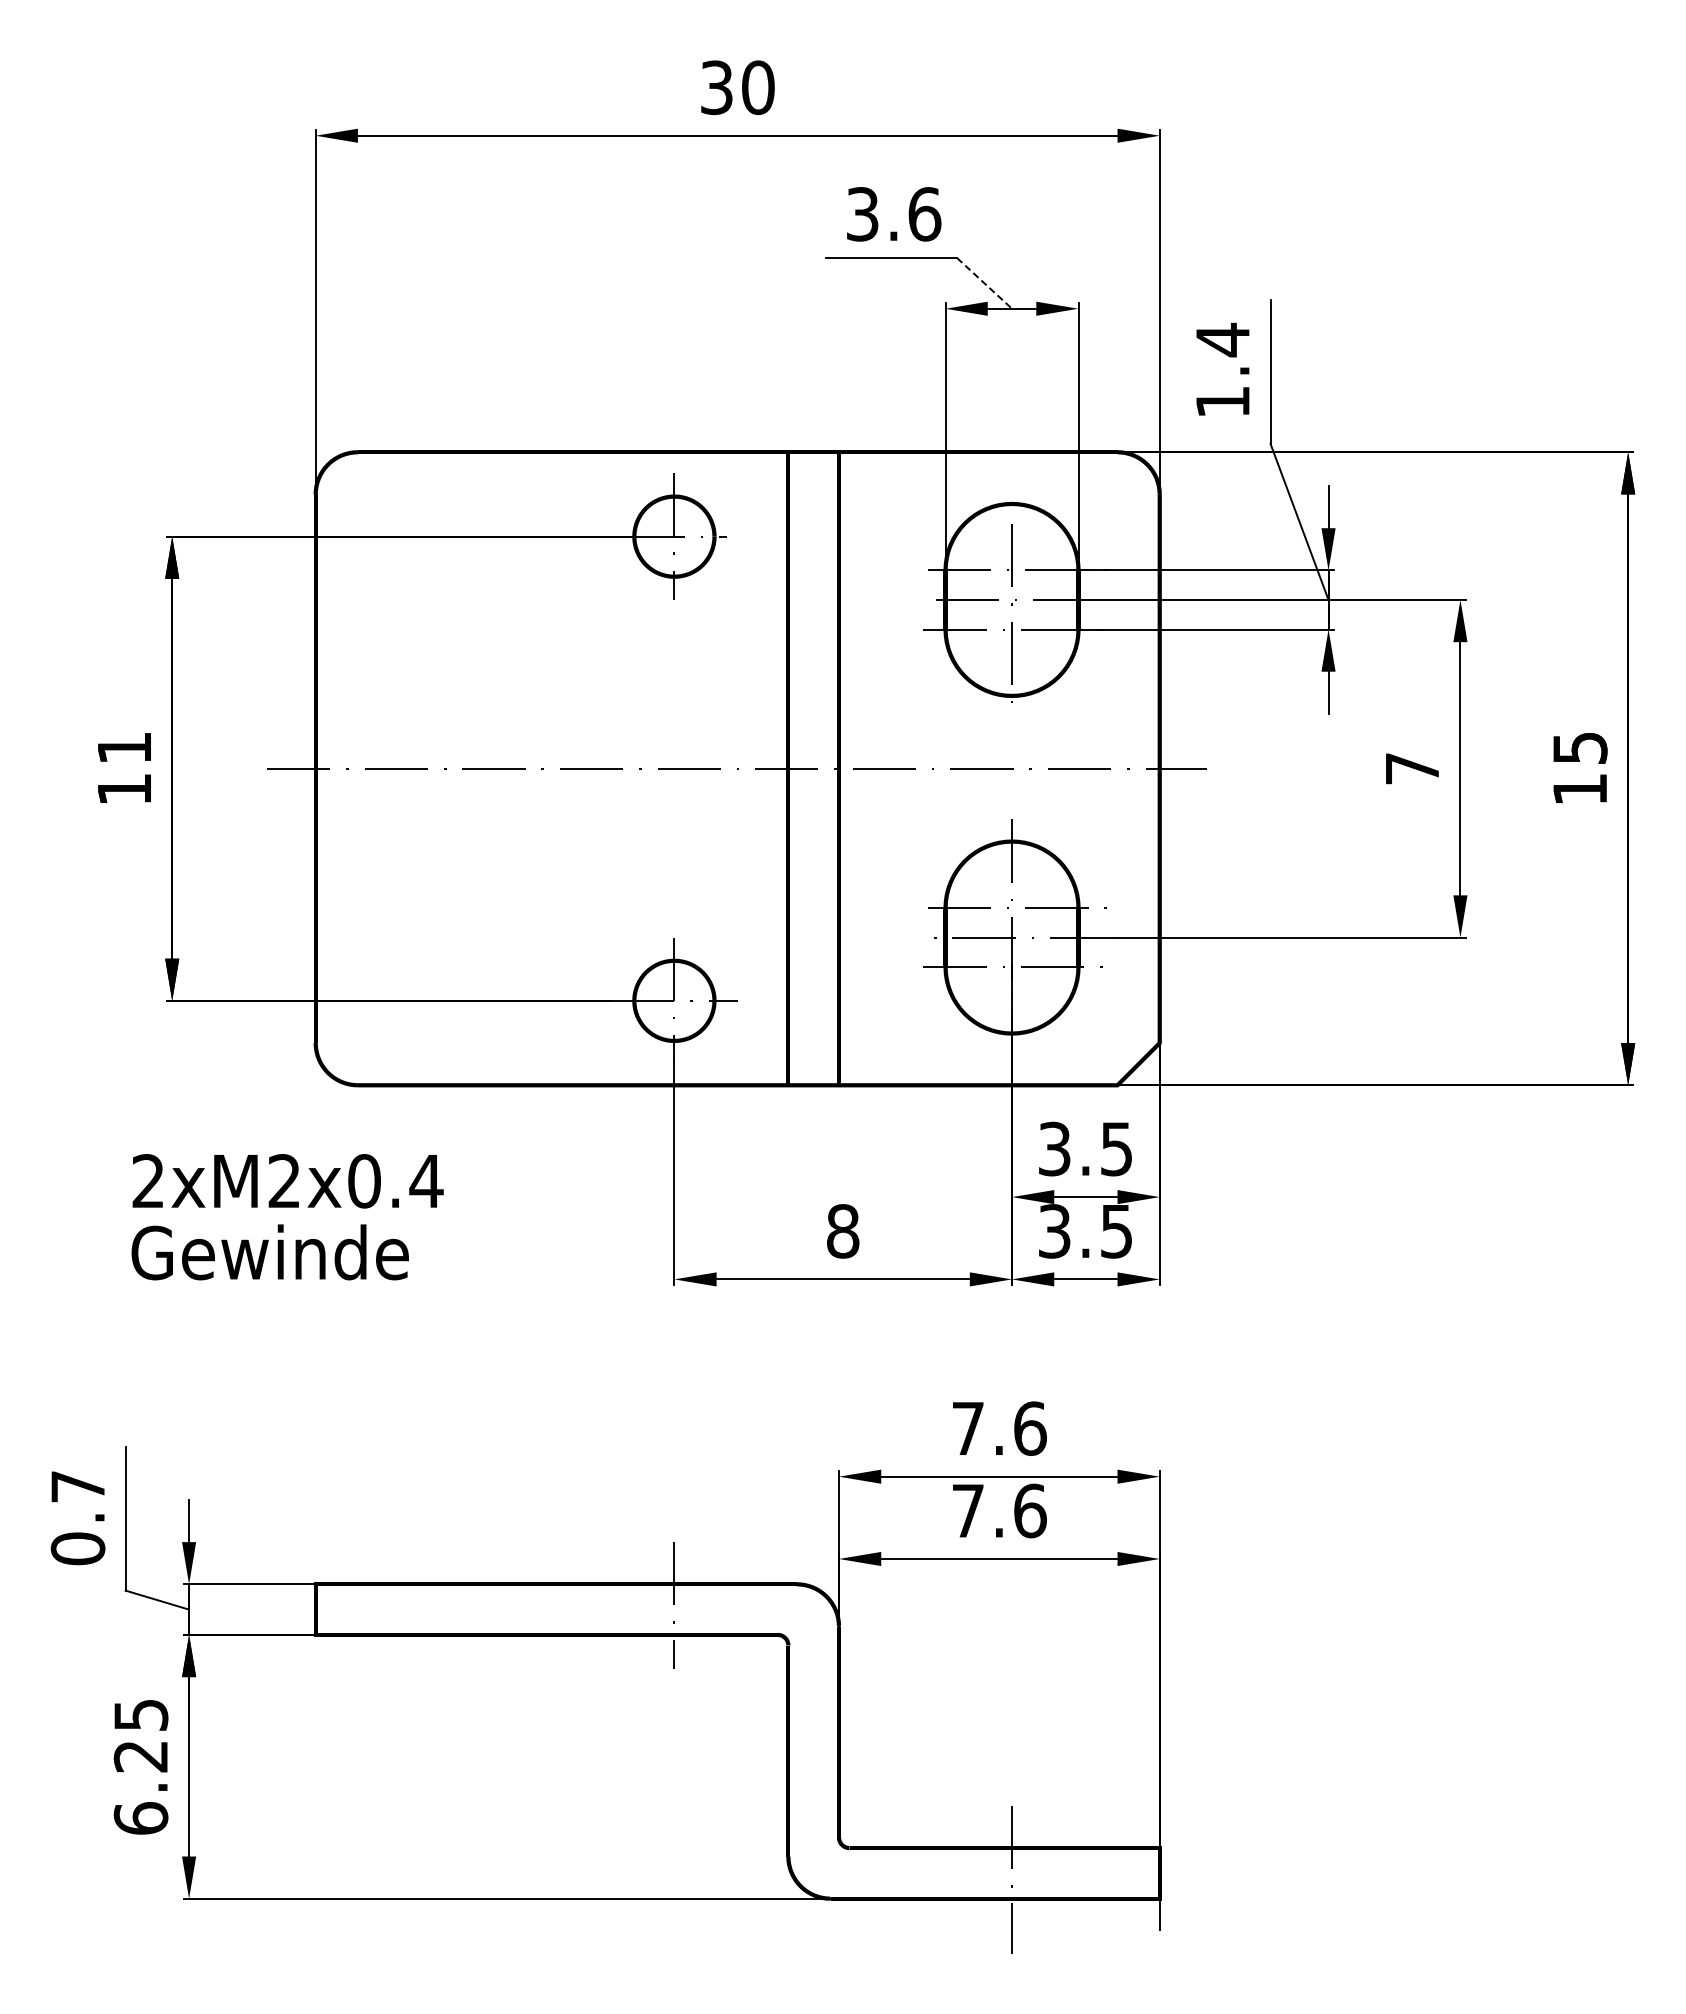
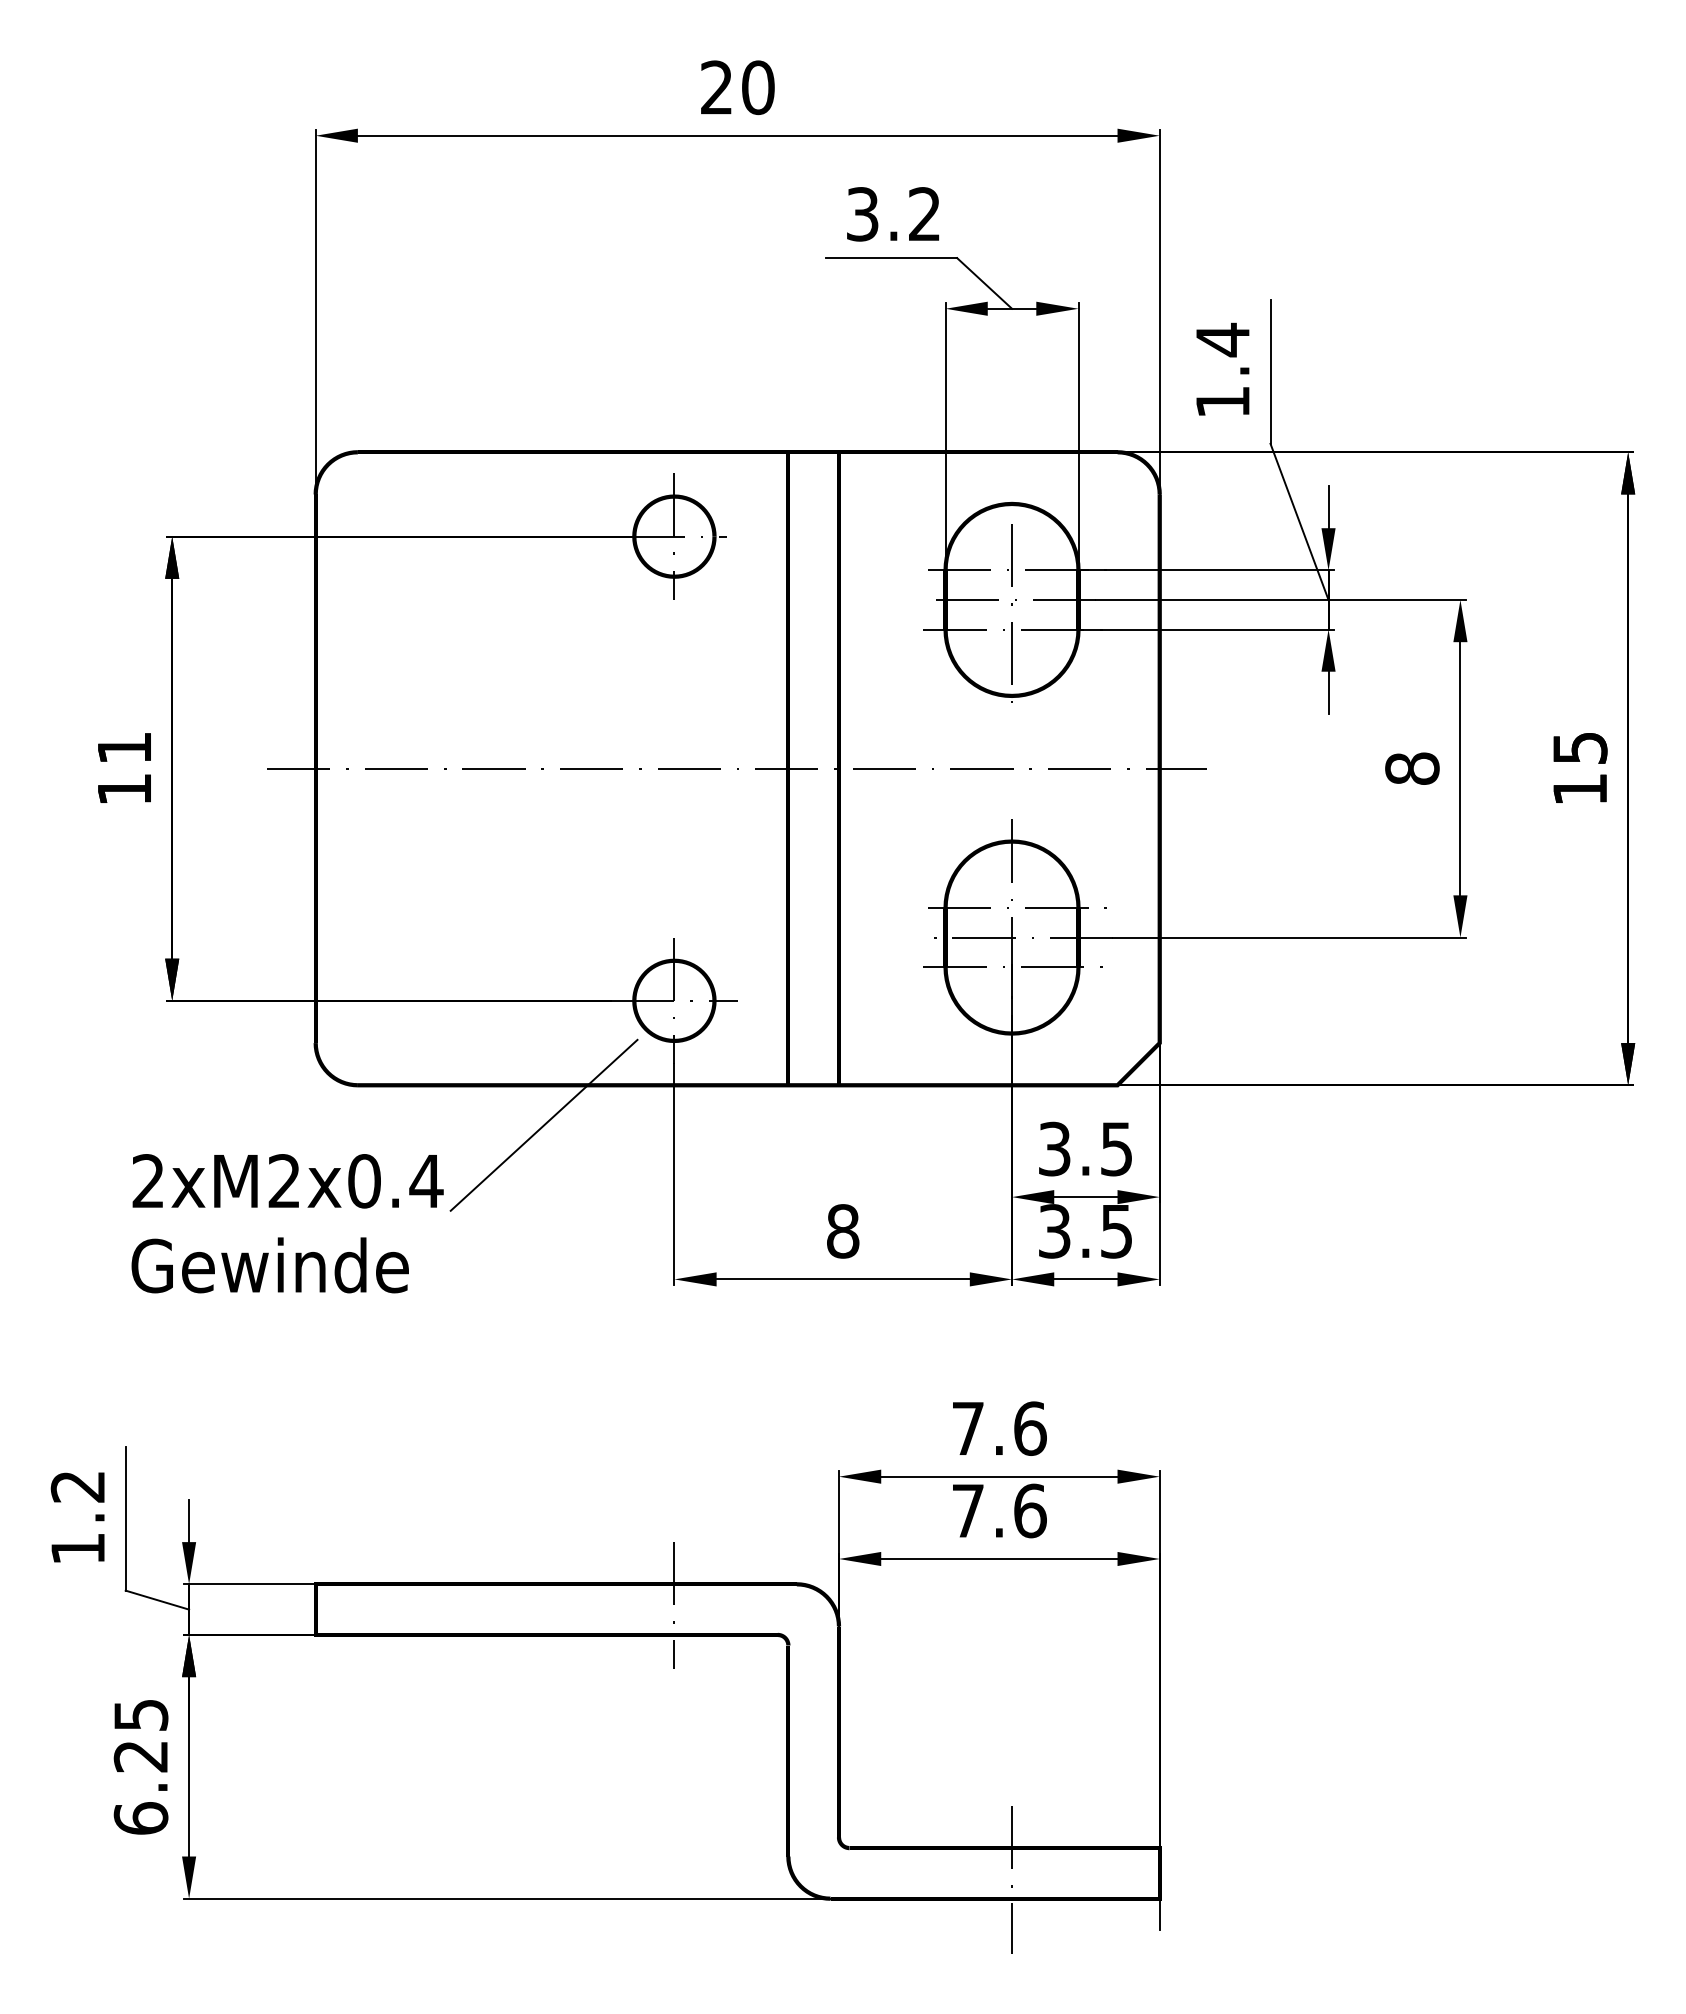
text at (716, 87): 30 -> 20
text at (924, 214): 3.6 -> 3.2
line at (984, 283): dashed -> solid
text at (1412, 768): 7 -> 8
line at (543, 1124): none -> present
text at (269, 1252) position: (269, 1252) -> (269, 1265)
text at (77, 1518): 0.7 -> 1.2
